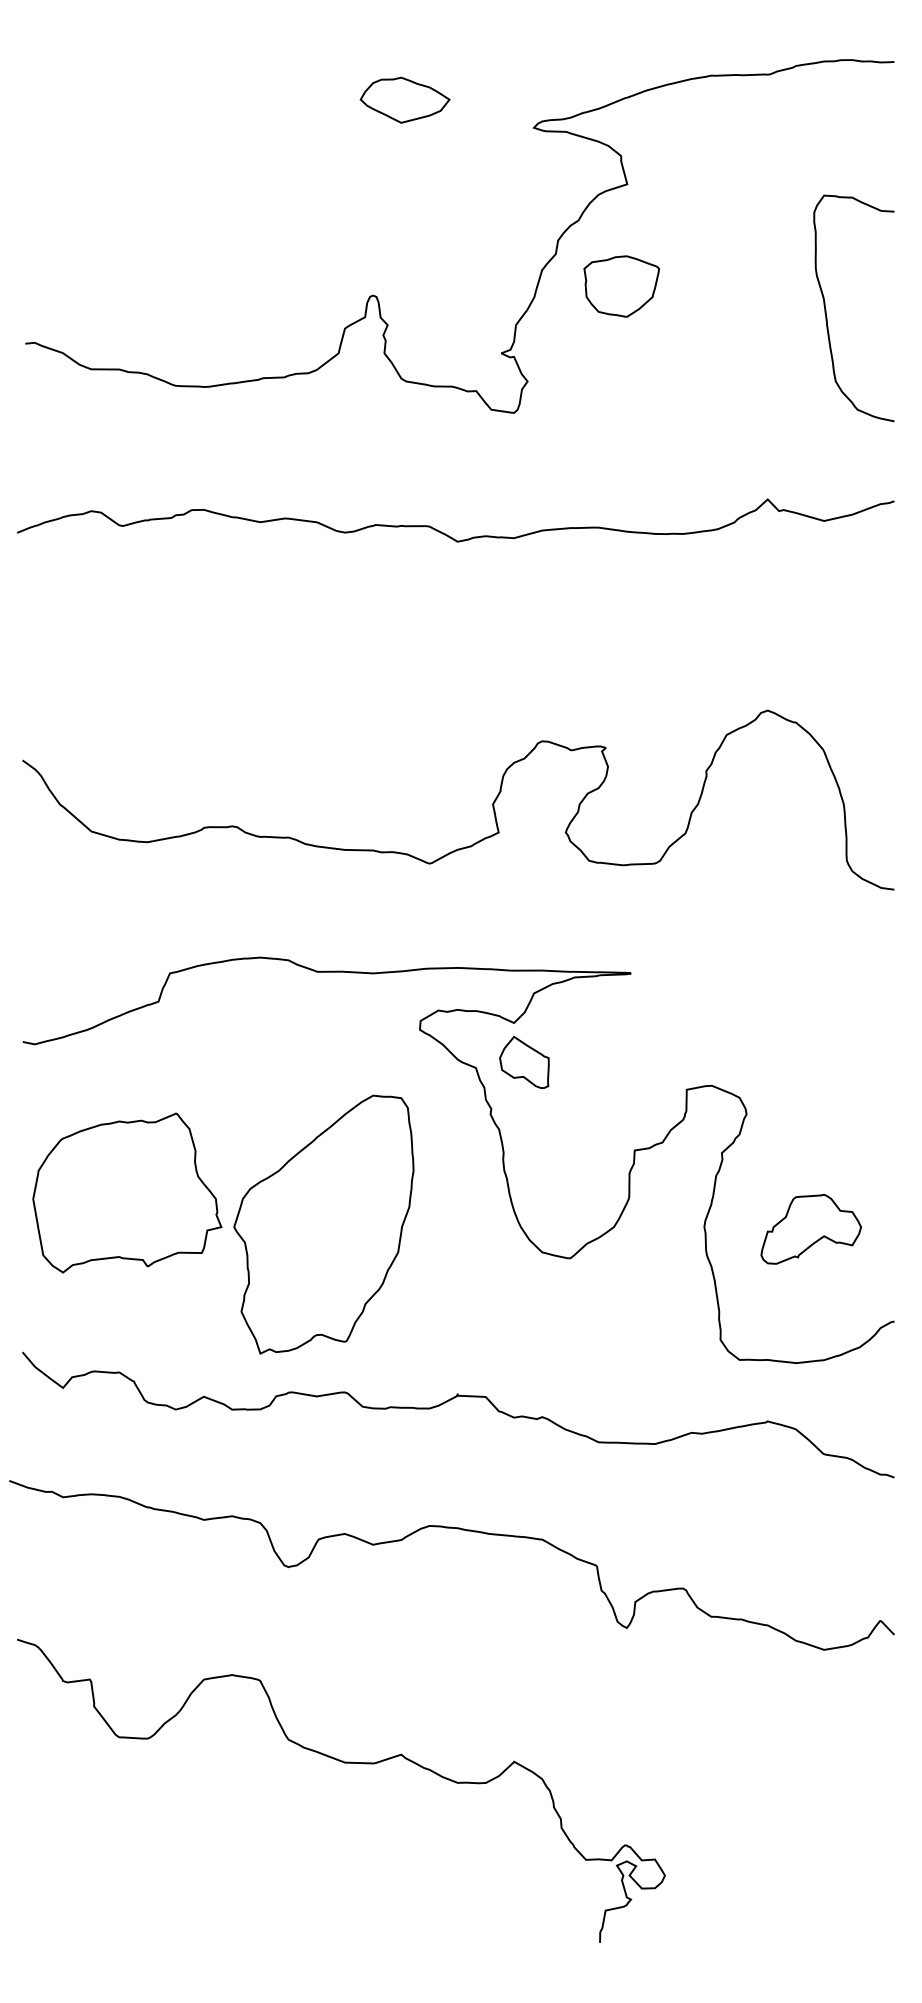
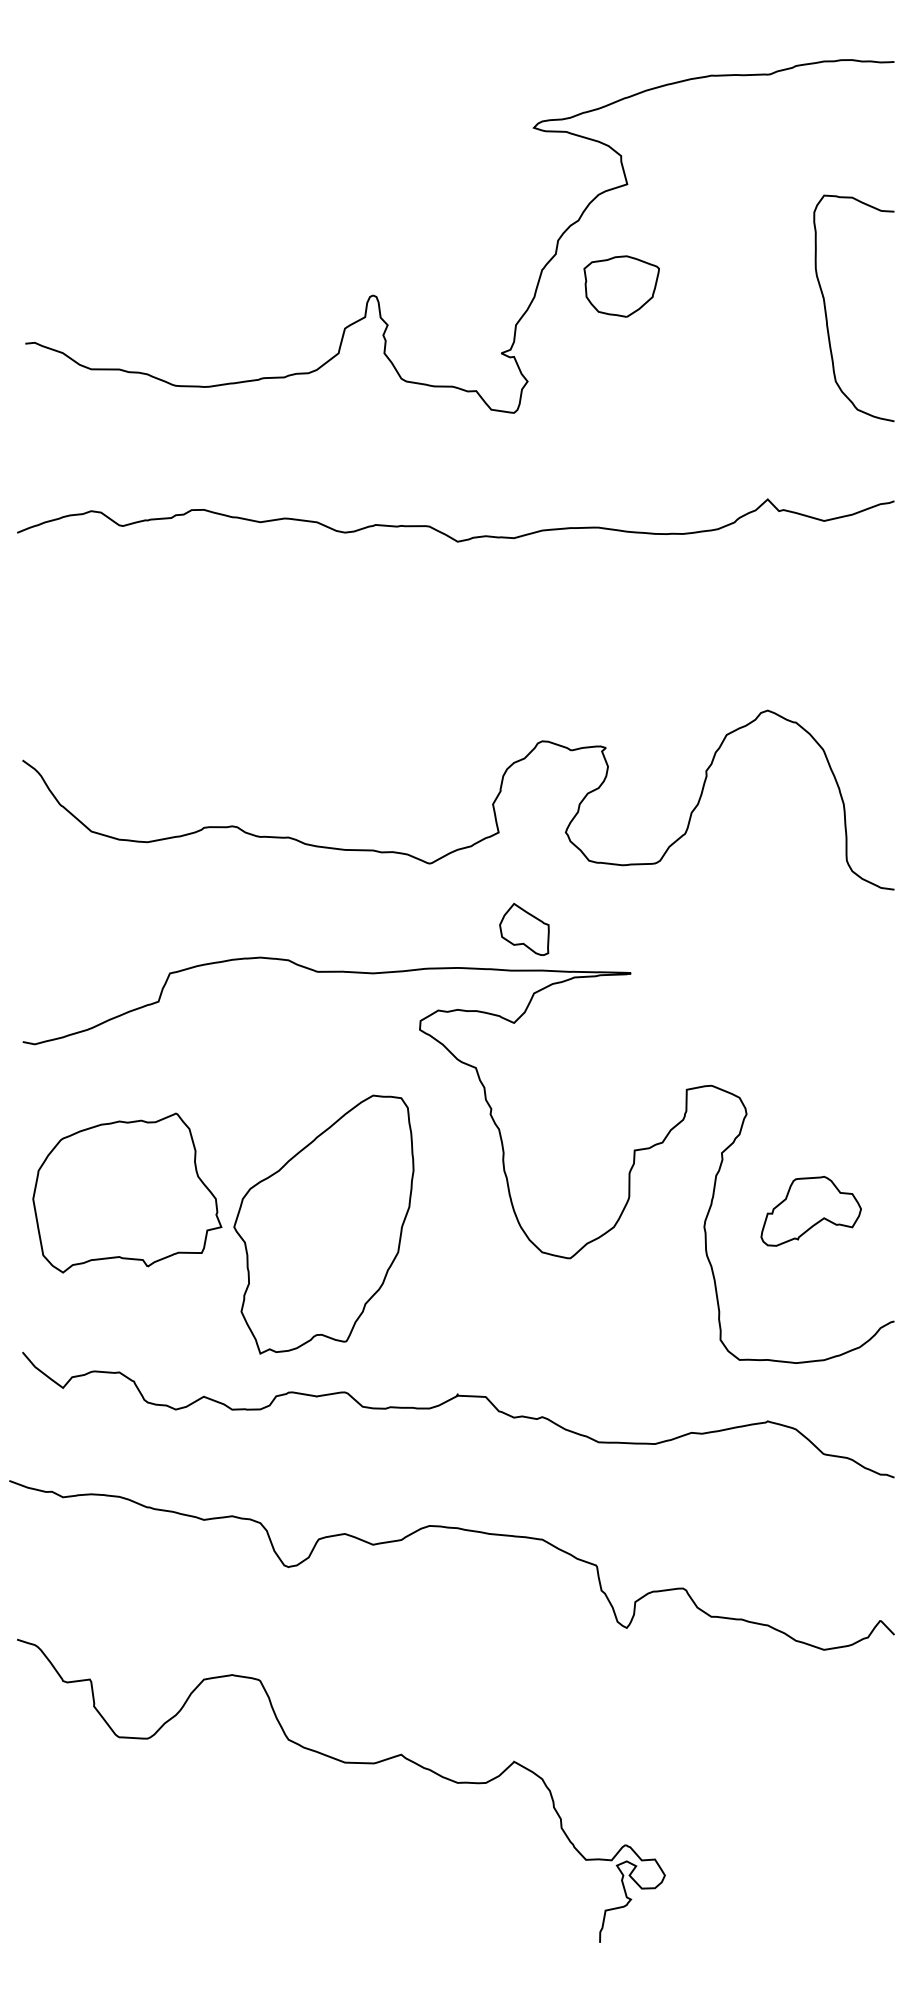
part at (404, 99): present -> none
part at (524, 1062) position: (524, 1062) -> (524, 929)
part at (810, 1229) position: (810, 1229) -> (810, 1211)
